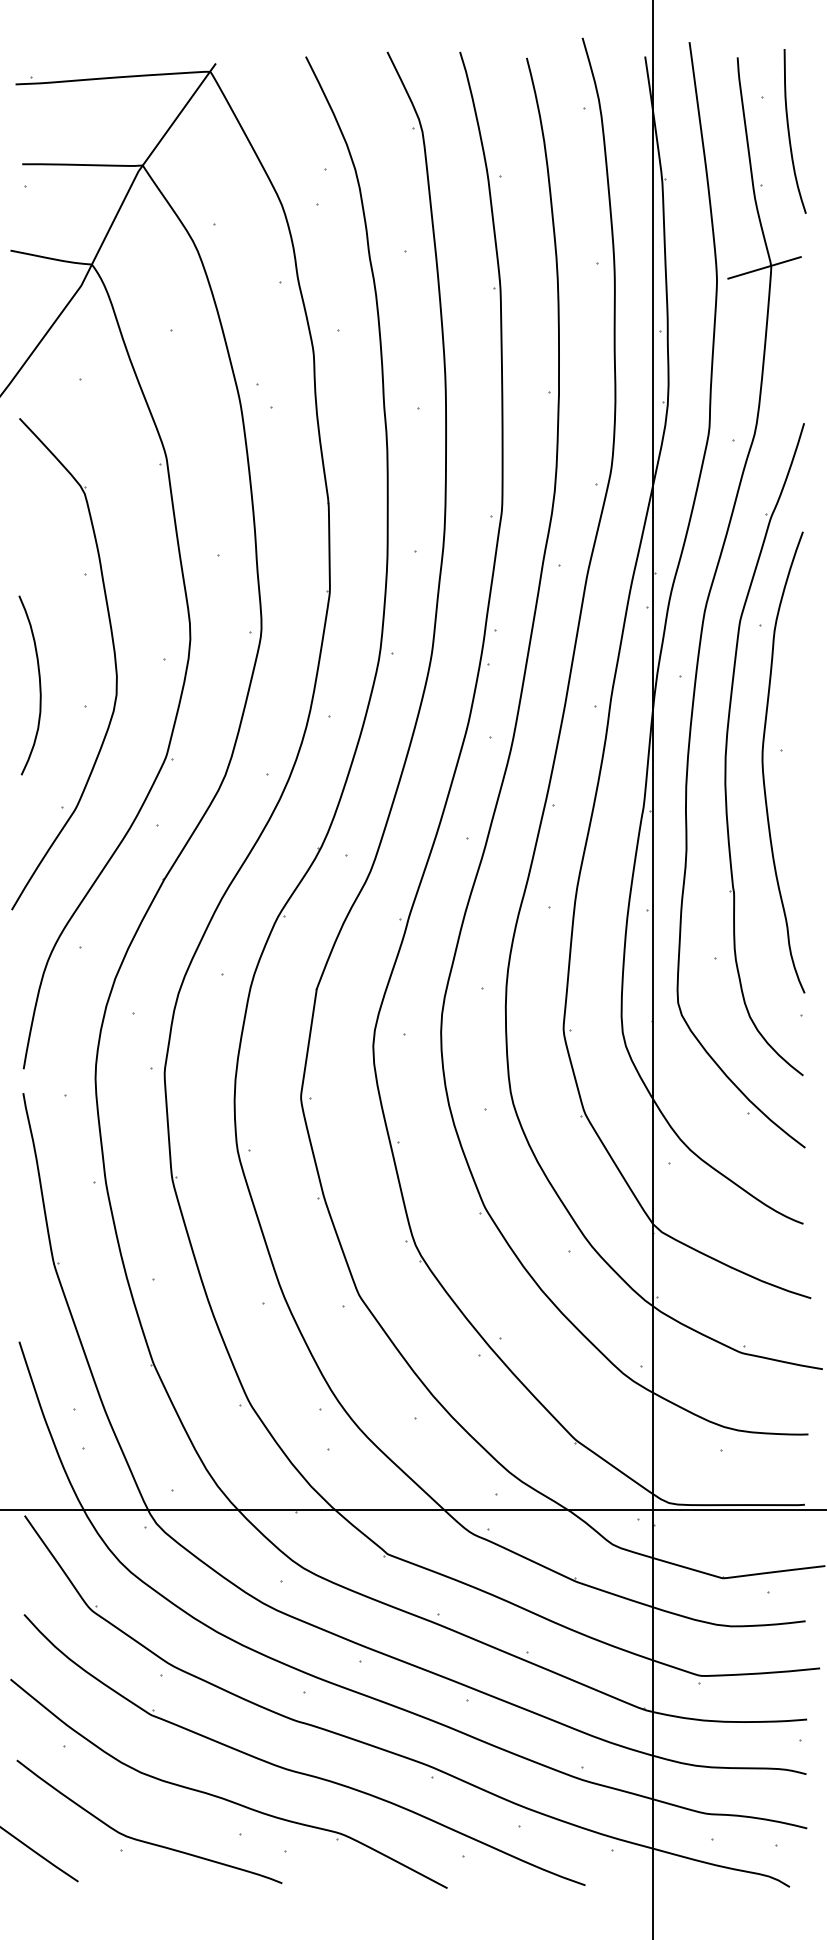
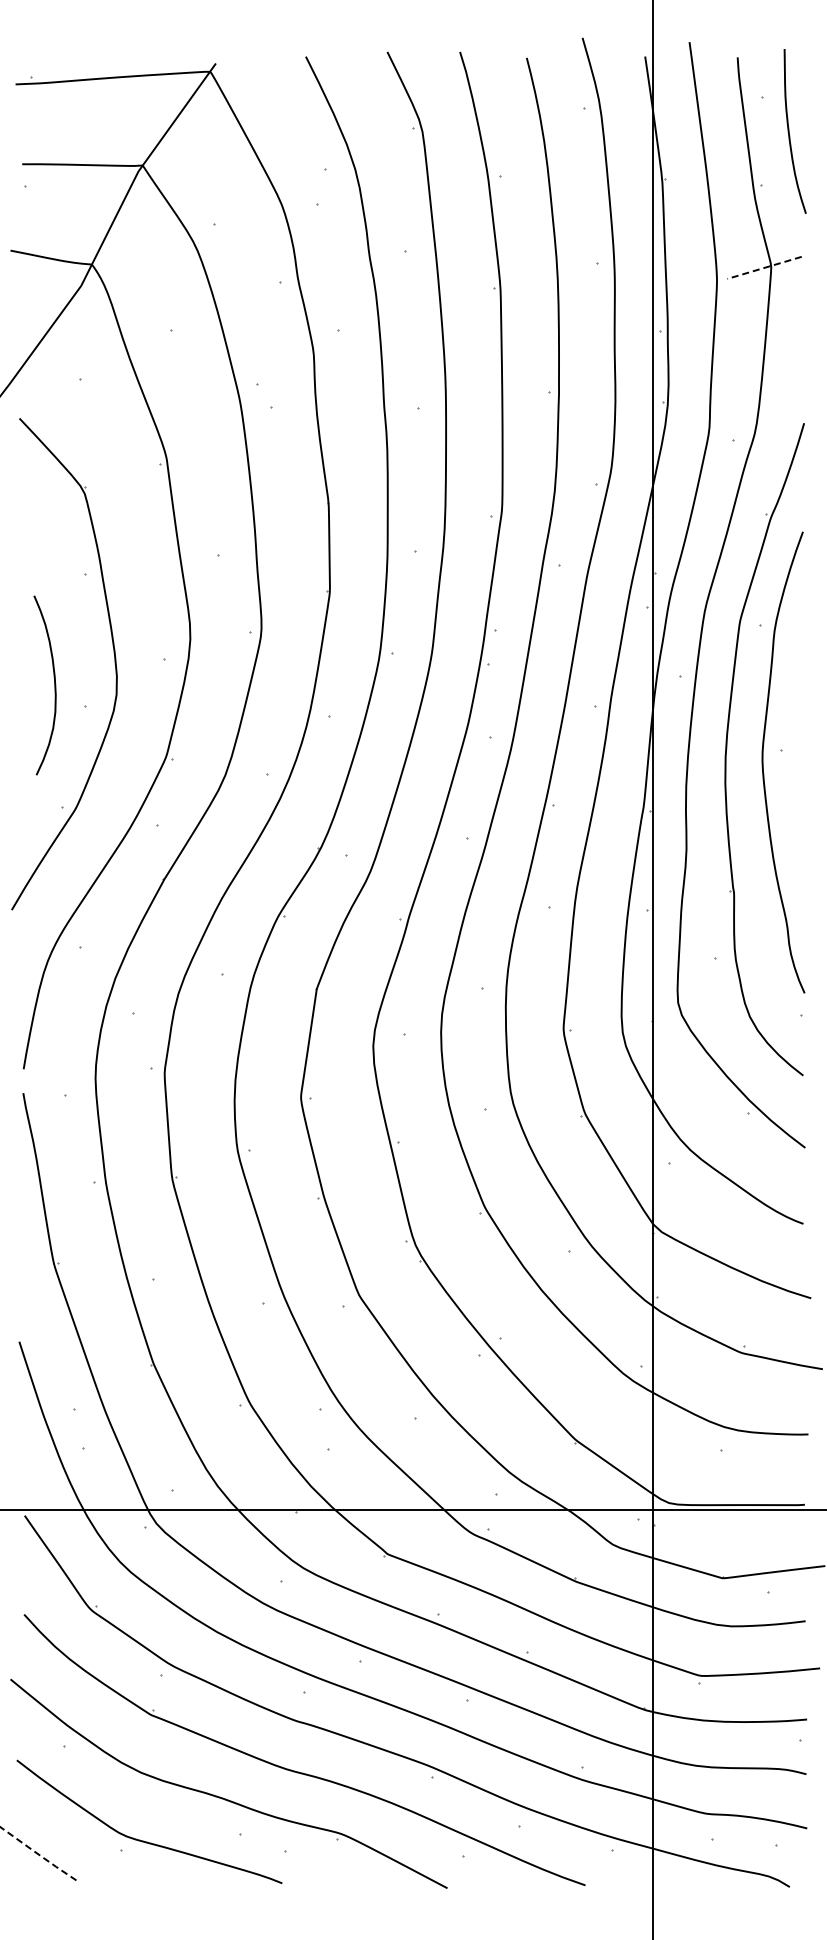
line at (764, 267): solid -> dashed
curve at (39, 685) position: (39, 685) -> (54, 685)
line at (39, 1854): solid -> dashed
